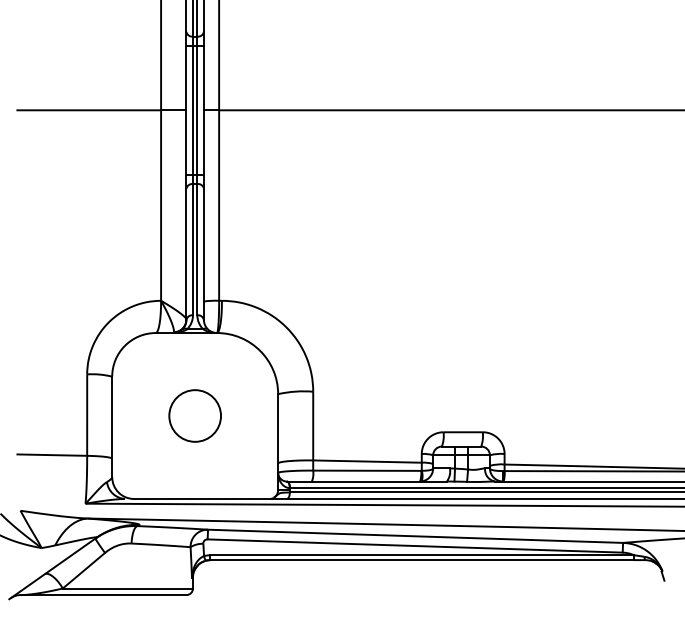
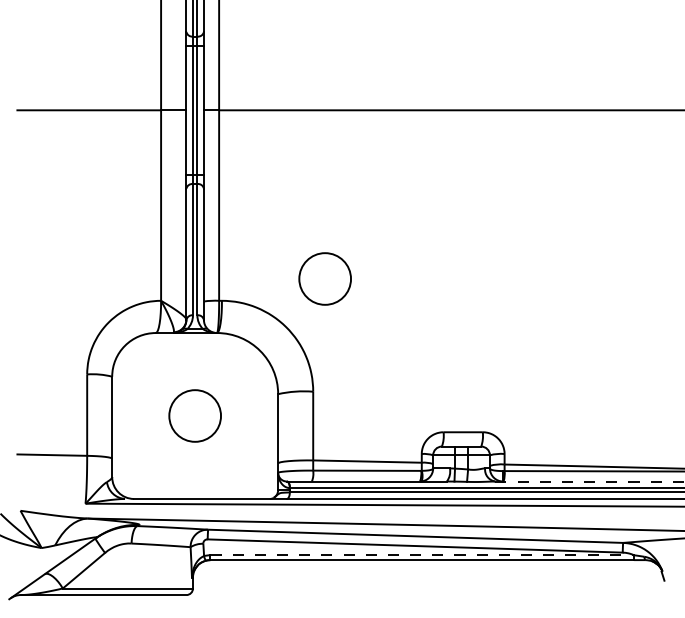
circle at (324, 278): none -> present
line at (590, 481): solid -> dashed
line at (422, 555): solid -> dashed
